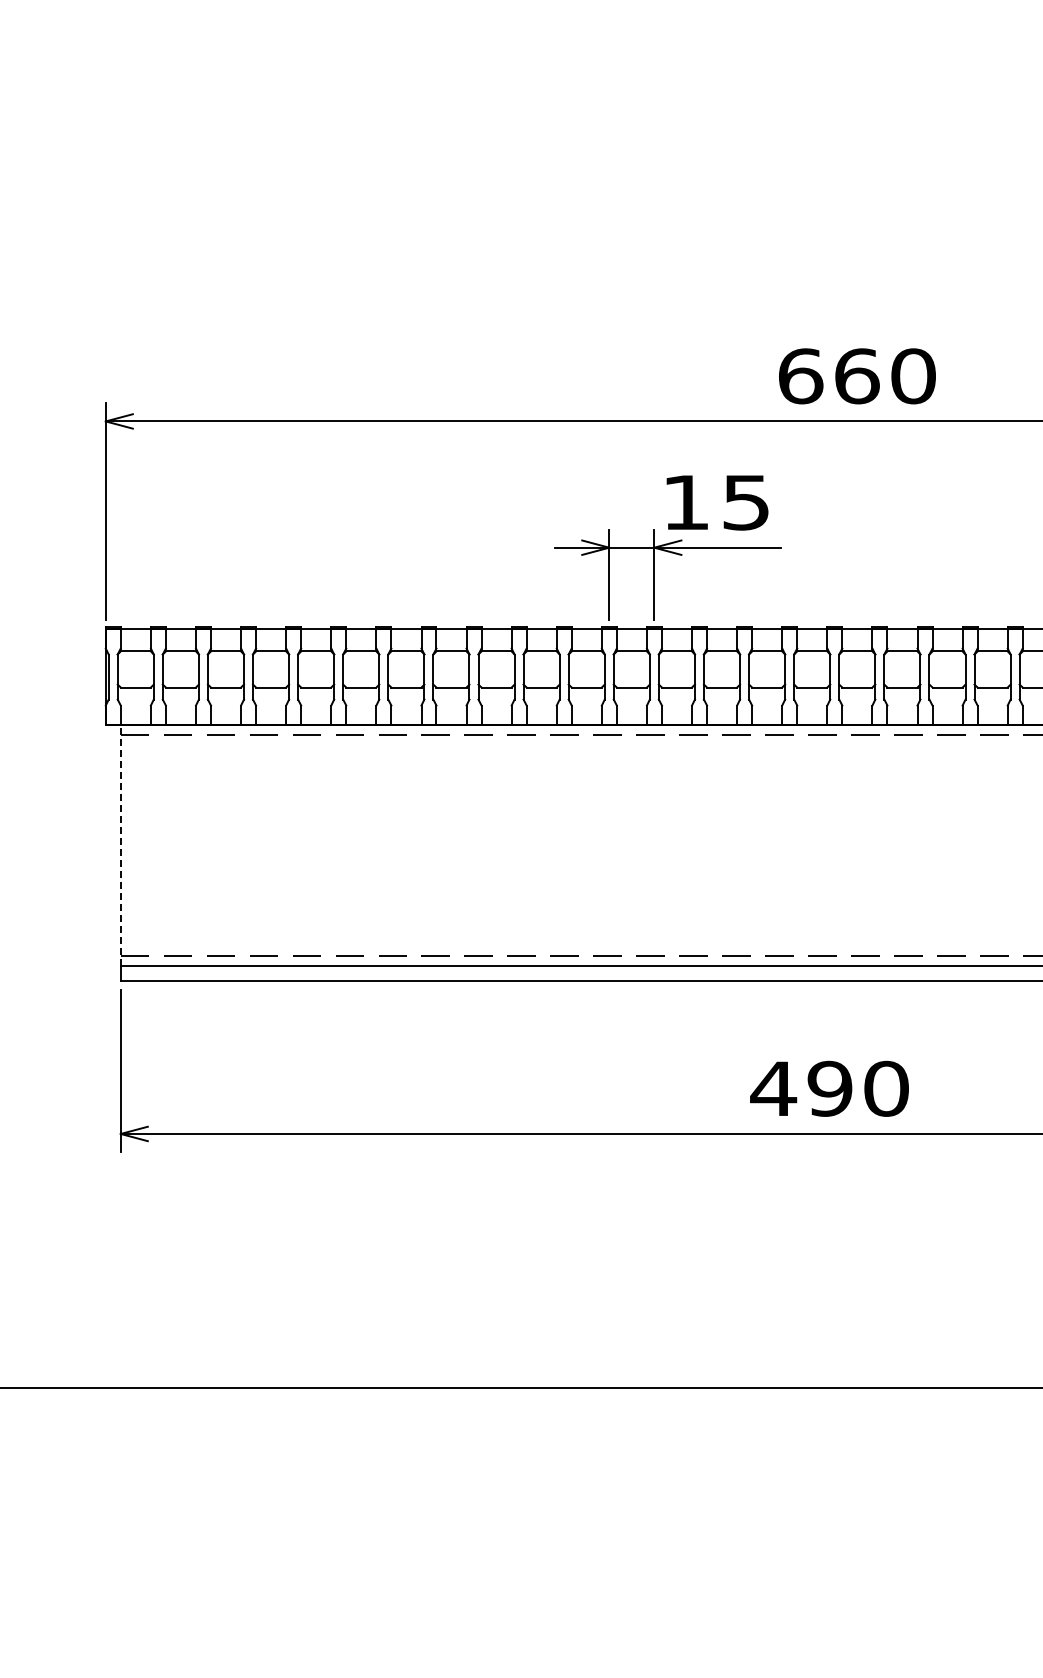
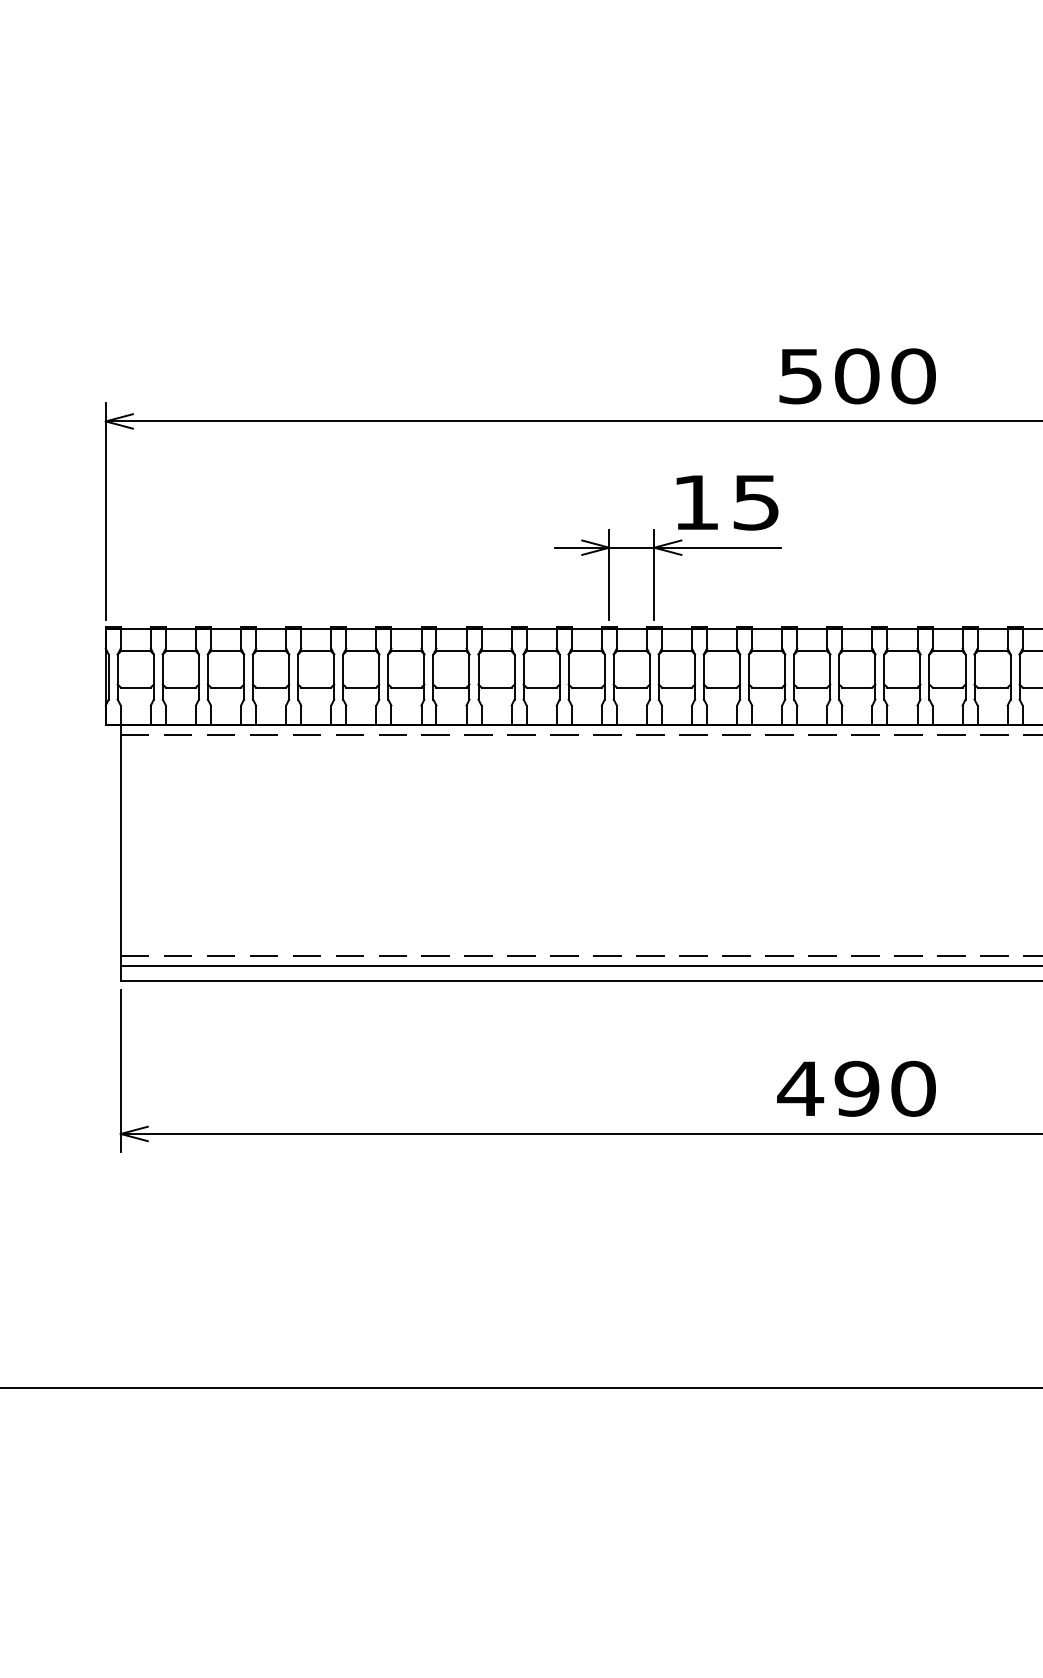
text at (829, 376): 660 -> 500
text at (717, 502) position: (717, 502) -> (727, 502)
line at (120, 844): dashed -> solid
text at (829, 1088) position: (829, 1088) -> (856, 1088)
